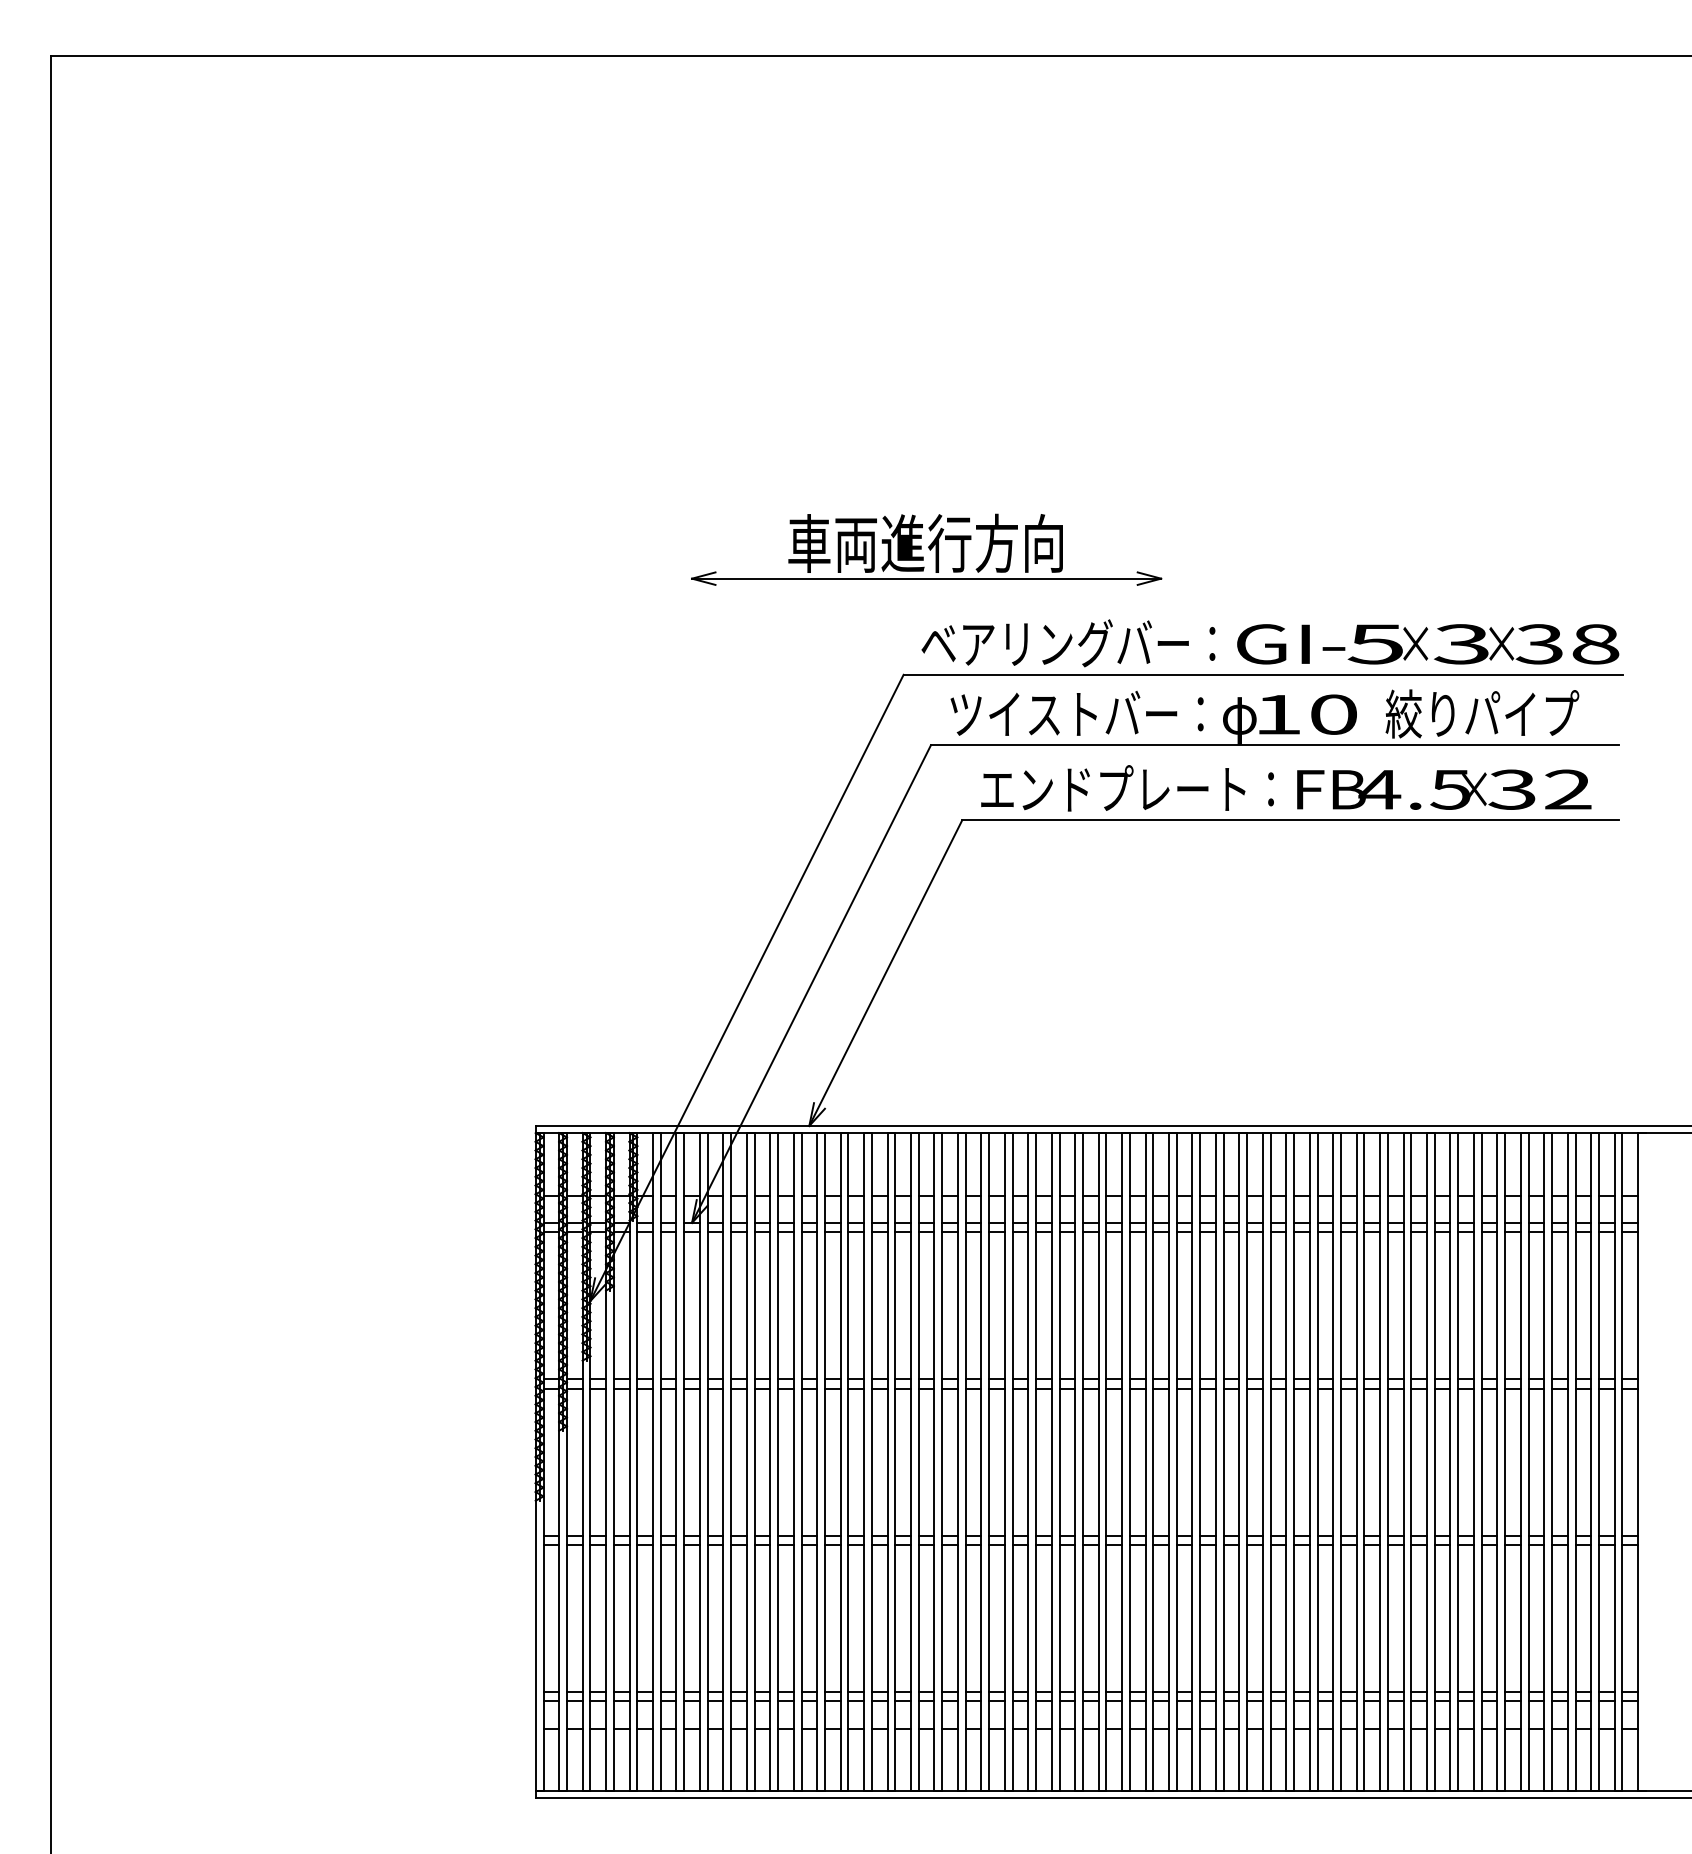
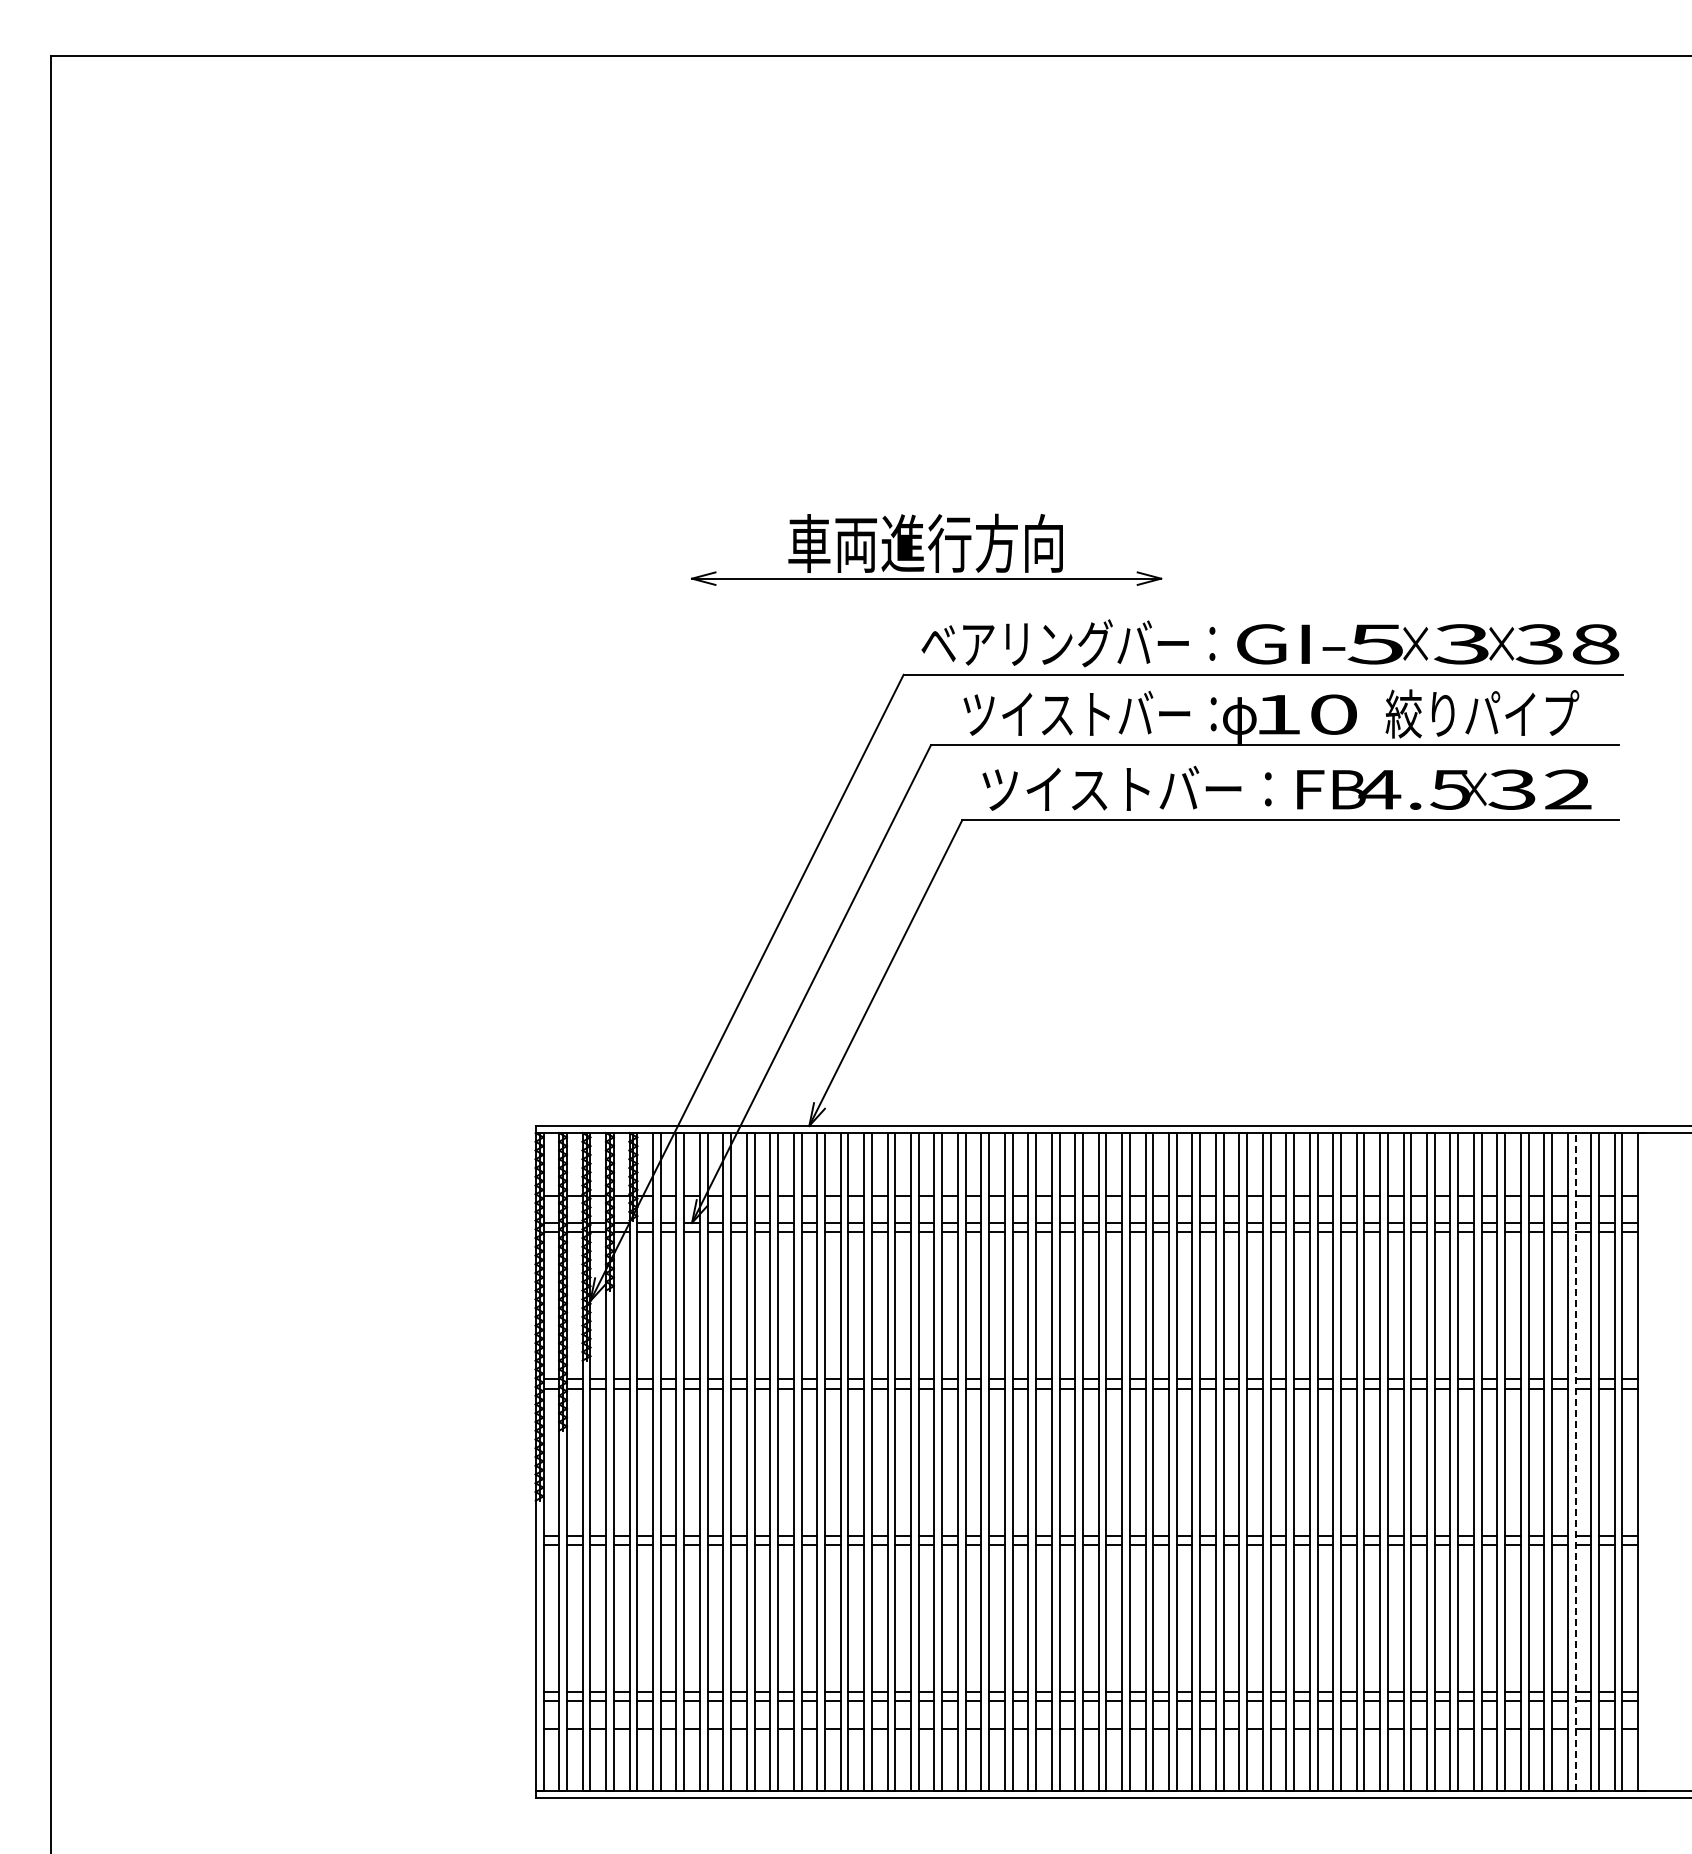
text at (1076, 713) position: (1076, 713) -> (1089, 713)
text at (1127, 788): エンドプレート： -> ツイストバー：
line at (1575, 1461): solid -> dashed
